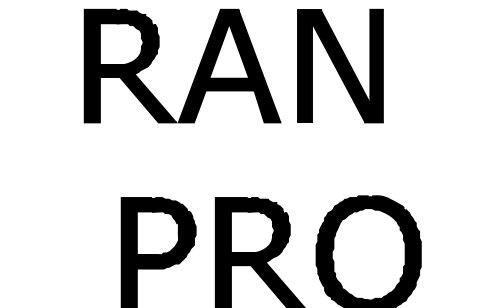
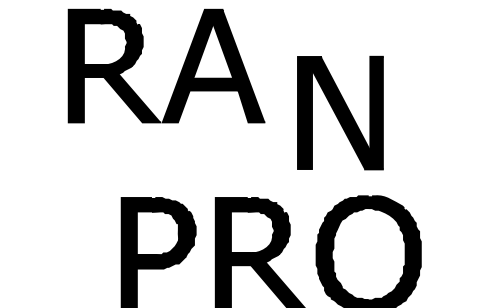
part at (340, 65) position: (340, 65) -> (340, 112)
part at (196, 71) position: (196, 71) -> (180, 71)
